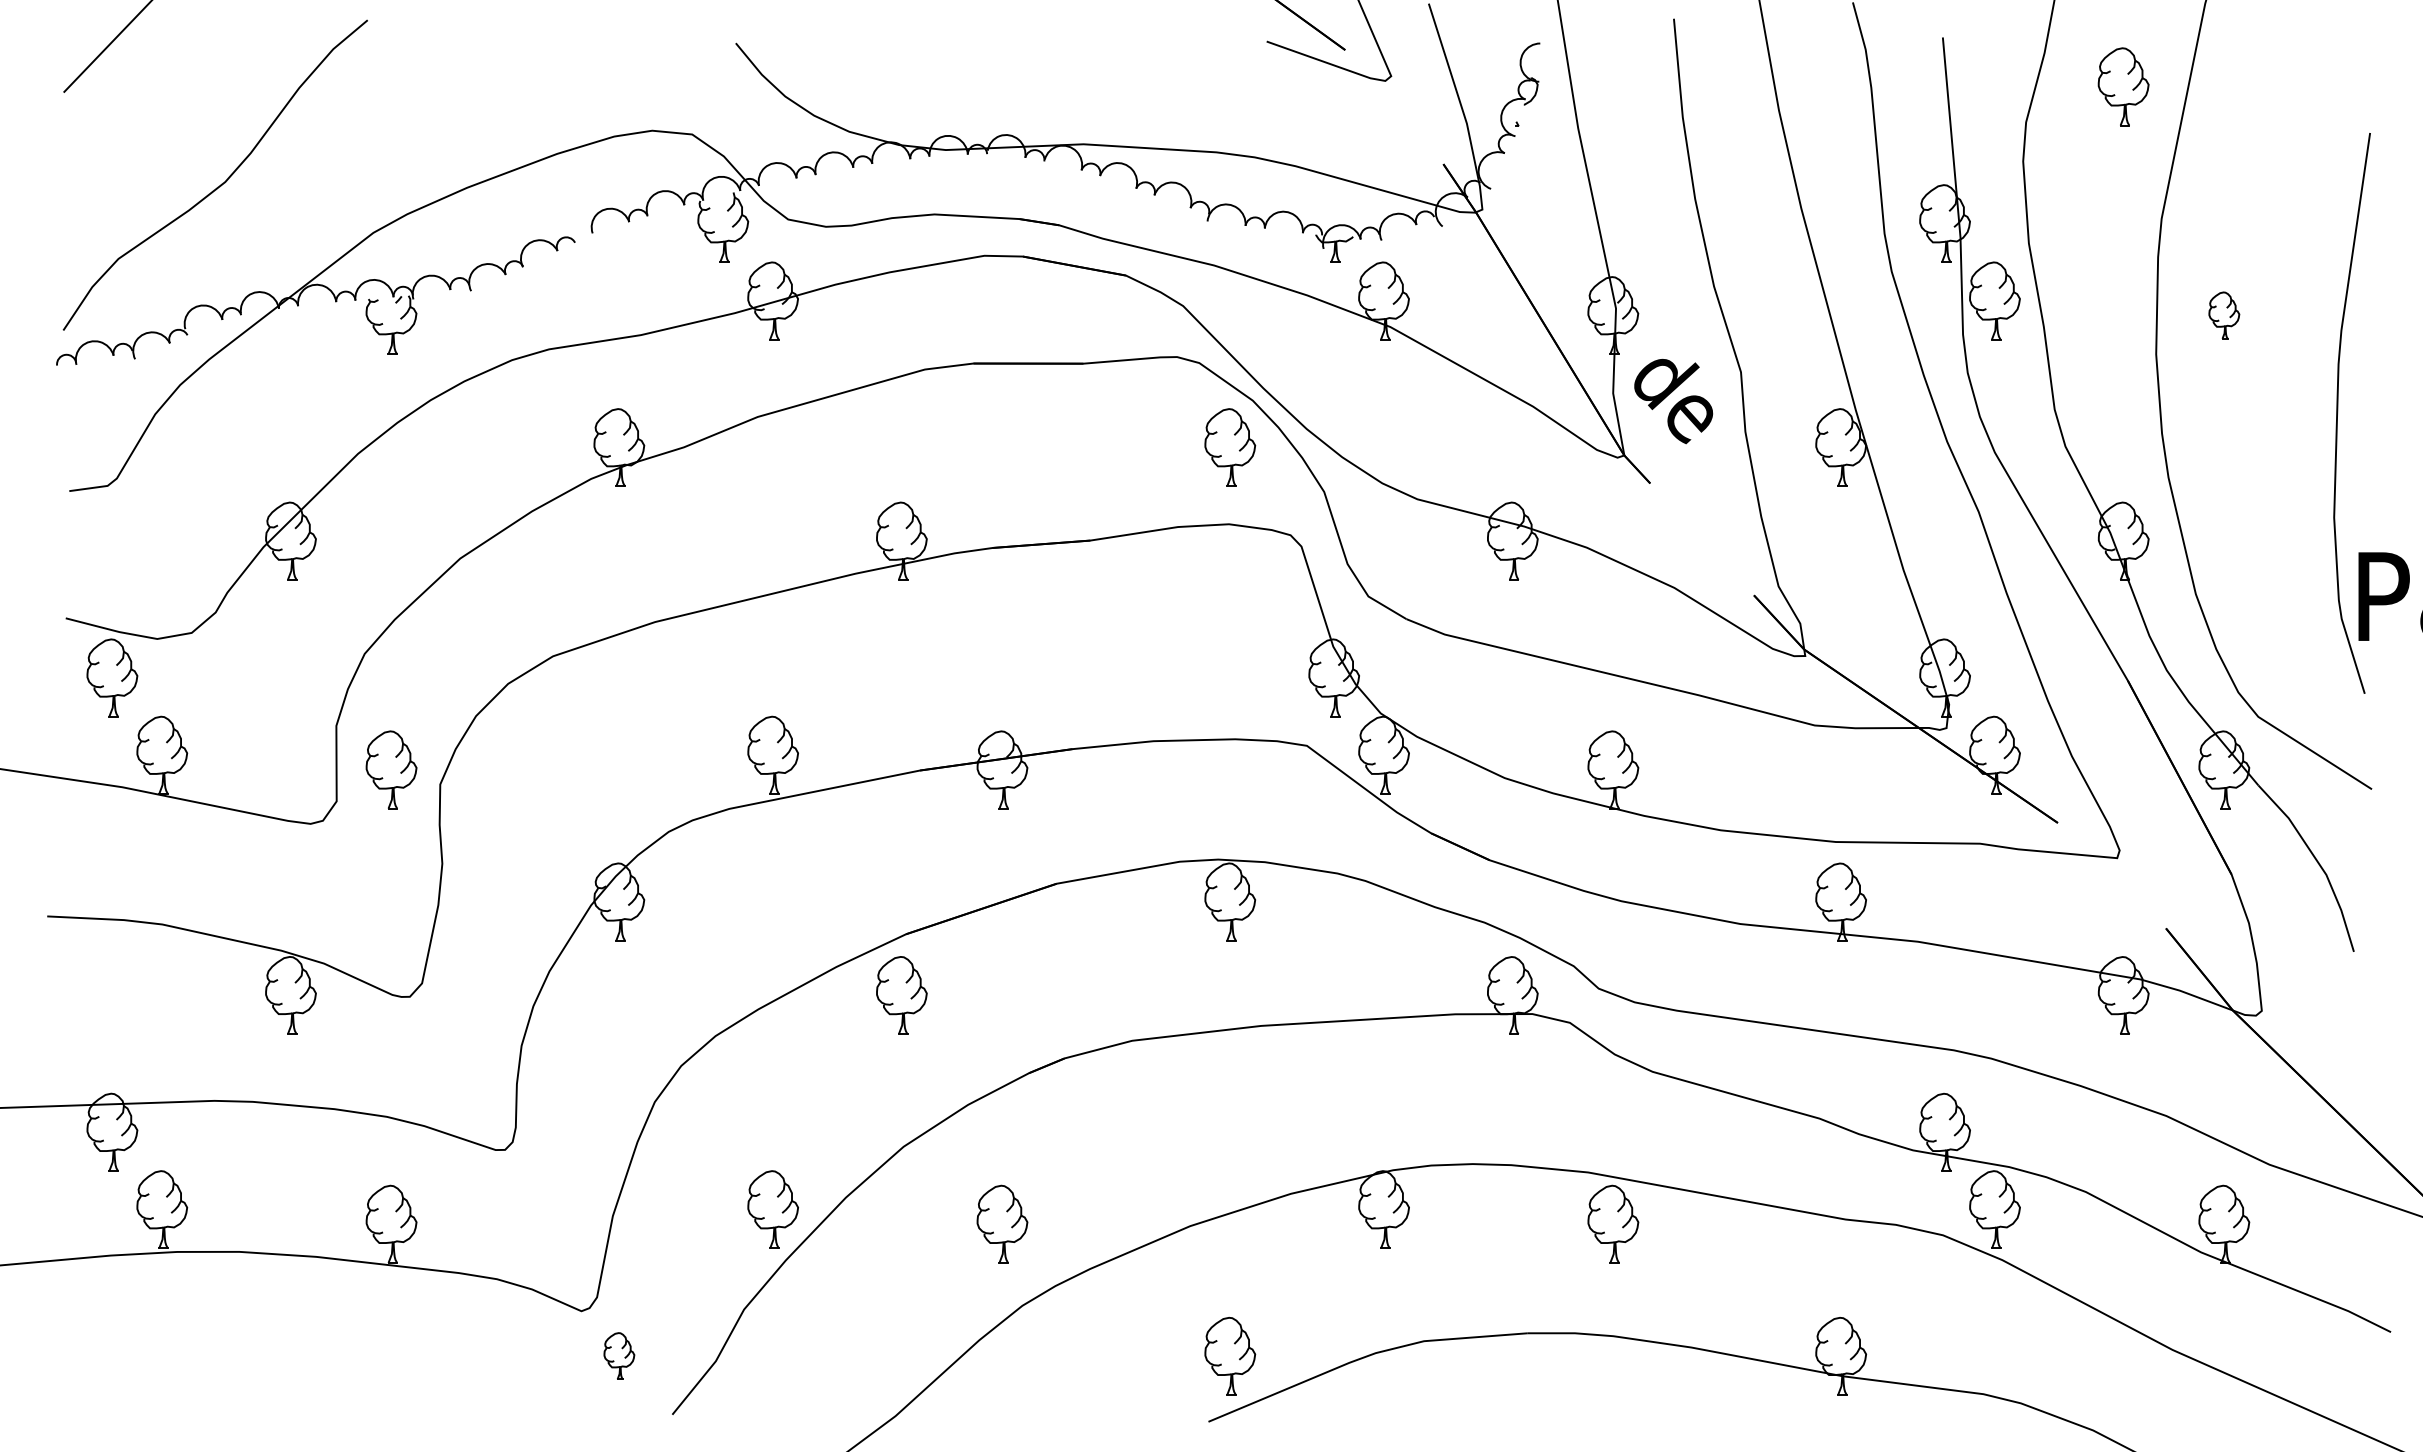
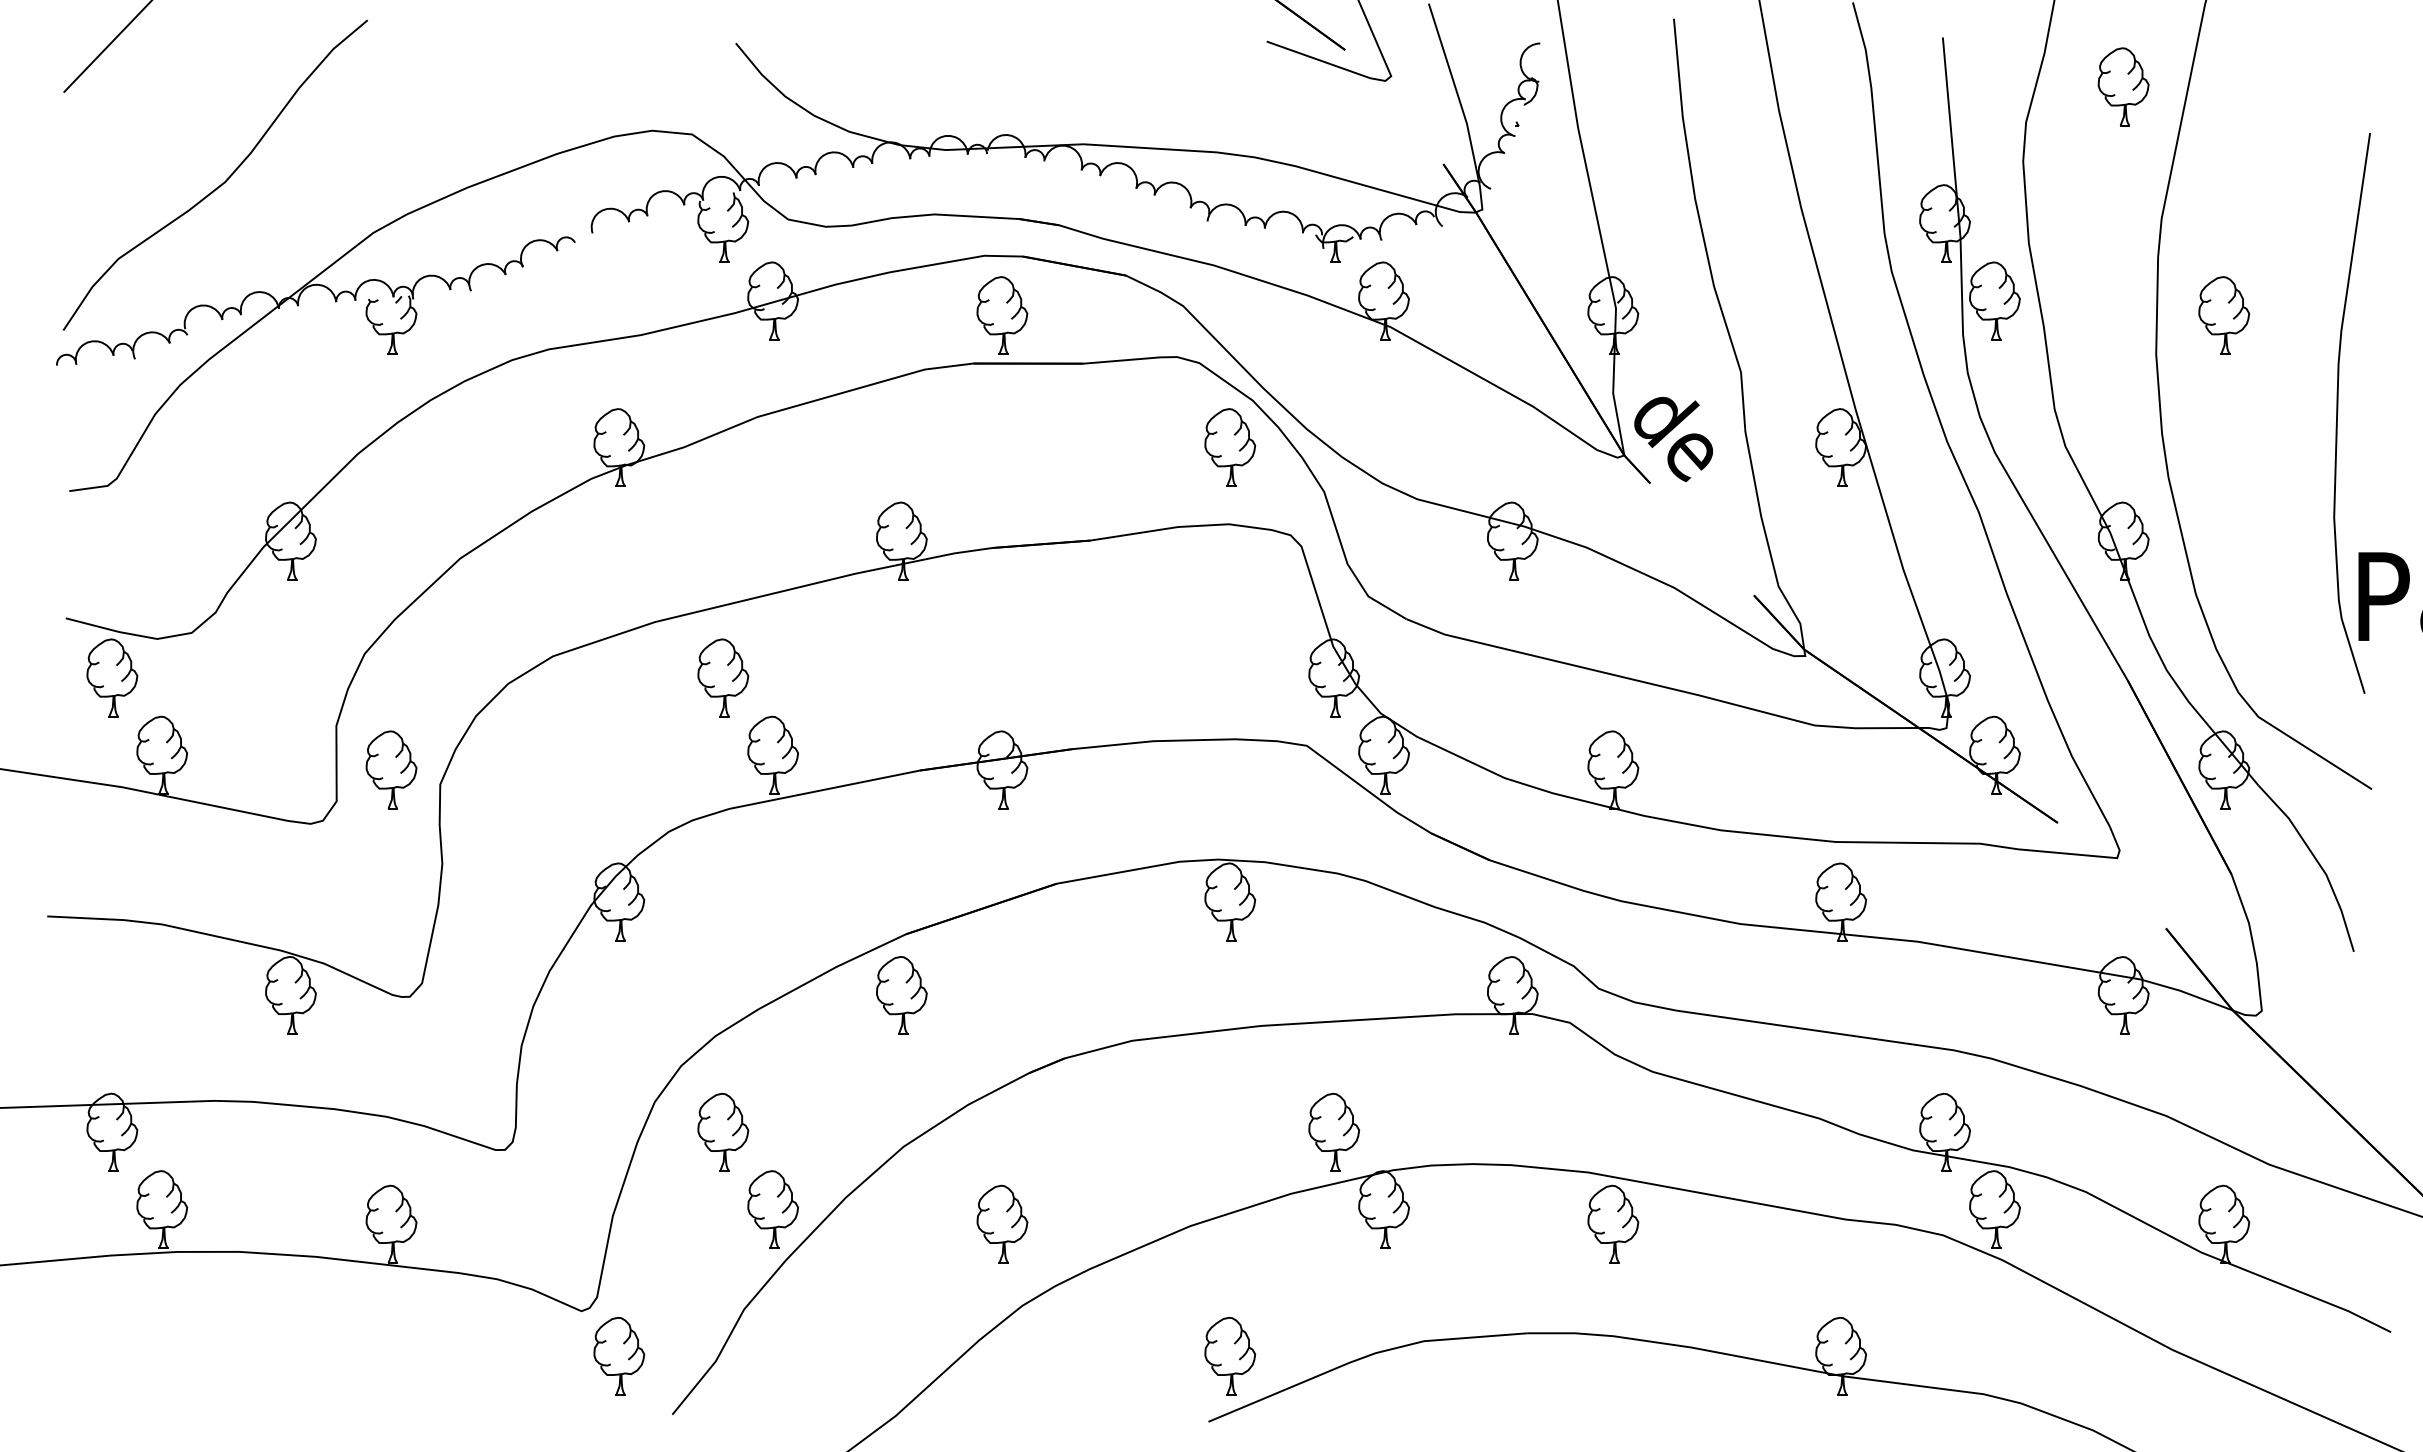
part at (1002, 315): none -> present
part at (2224, 315) size: 33x49 px -> 53x79 px
text at (1673, 401) position: (1673, 401) -> (1673, 439)
part at (723, 677): none -> present
part at (723, 1131): none -> present
part at (1334, 1131): none -> present
part at (619, 1355) size: 33x48 px -> 53x80 px
